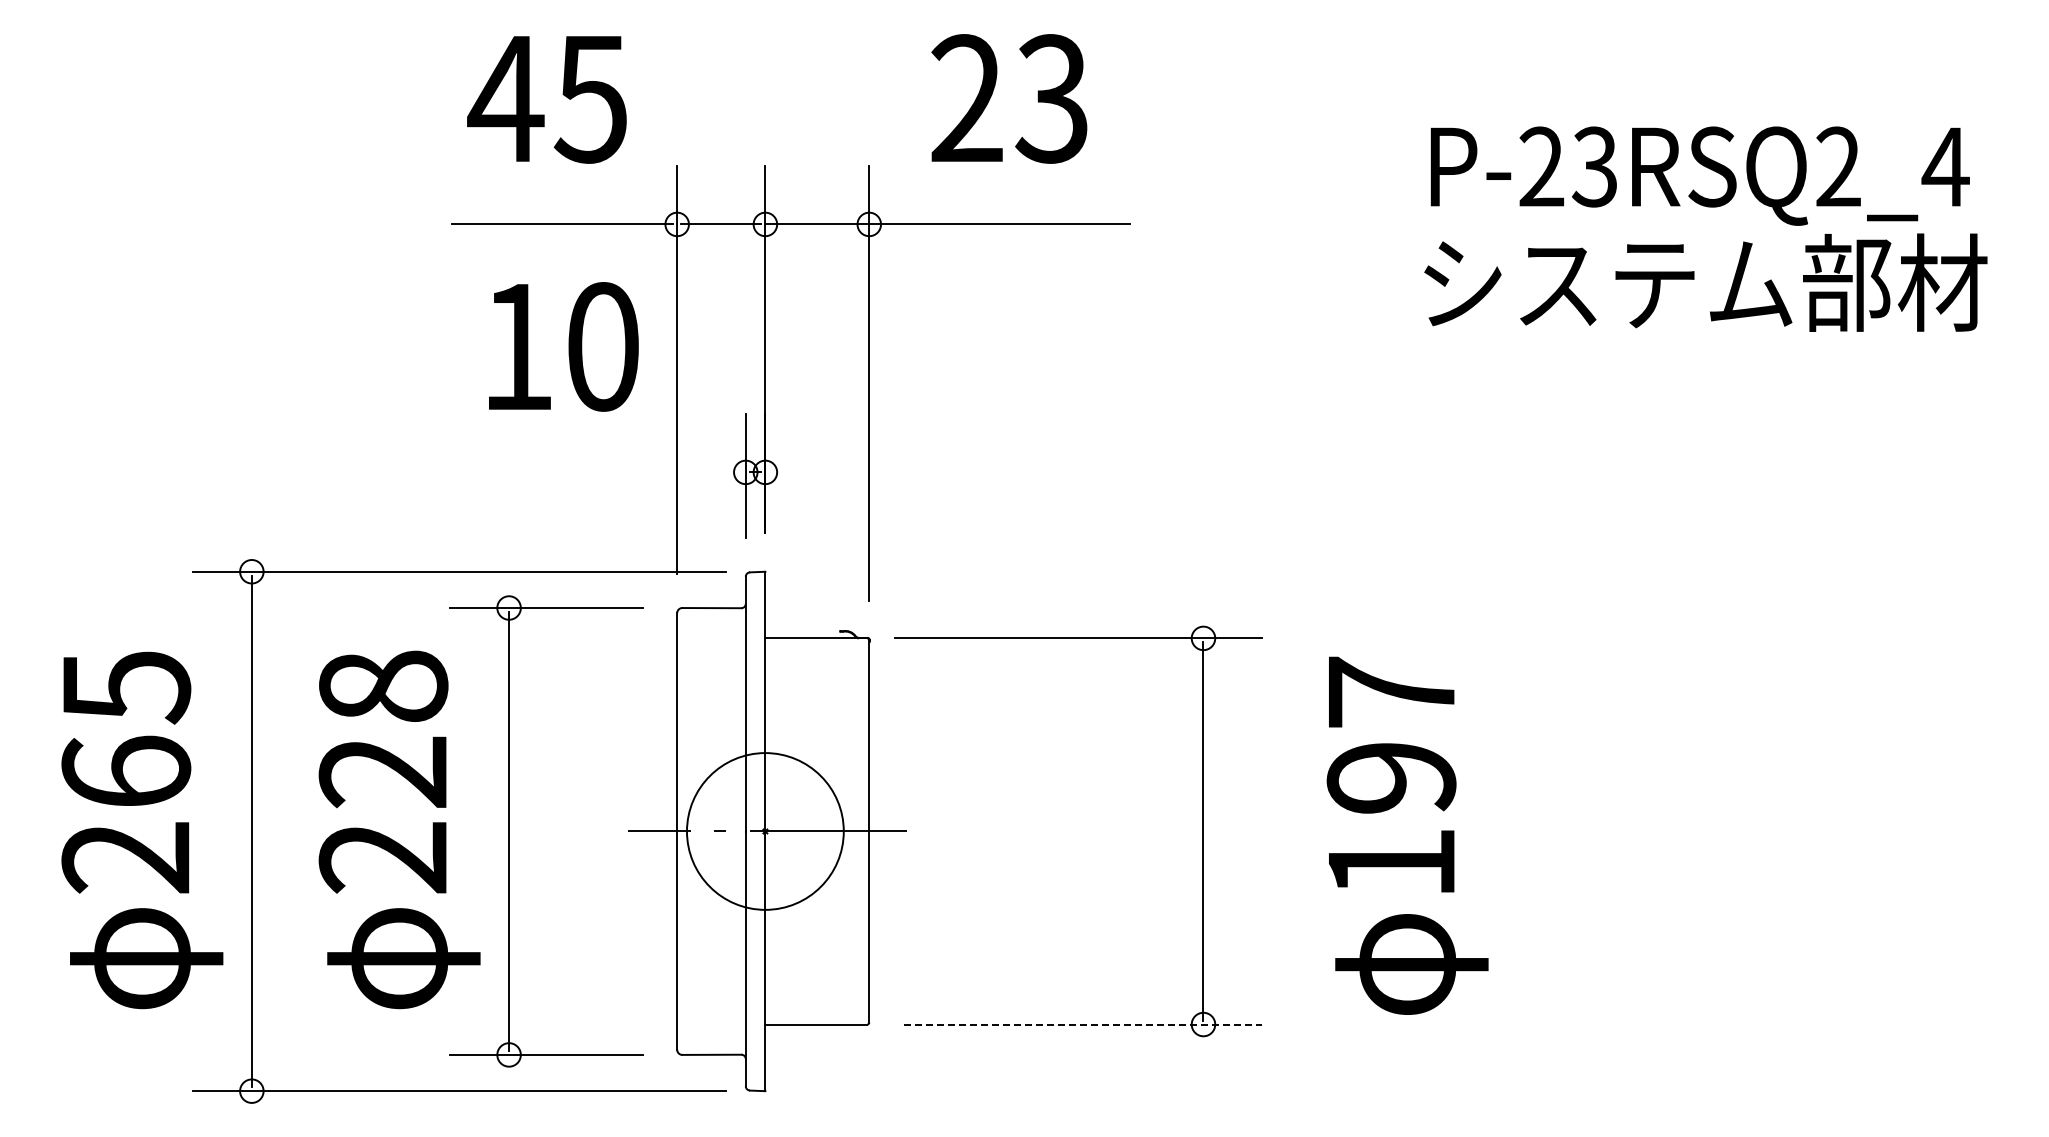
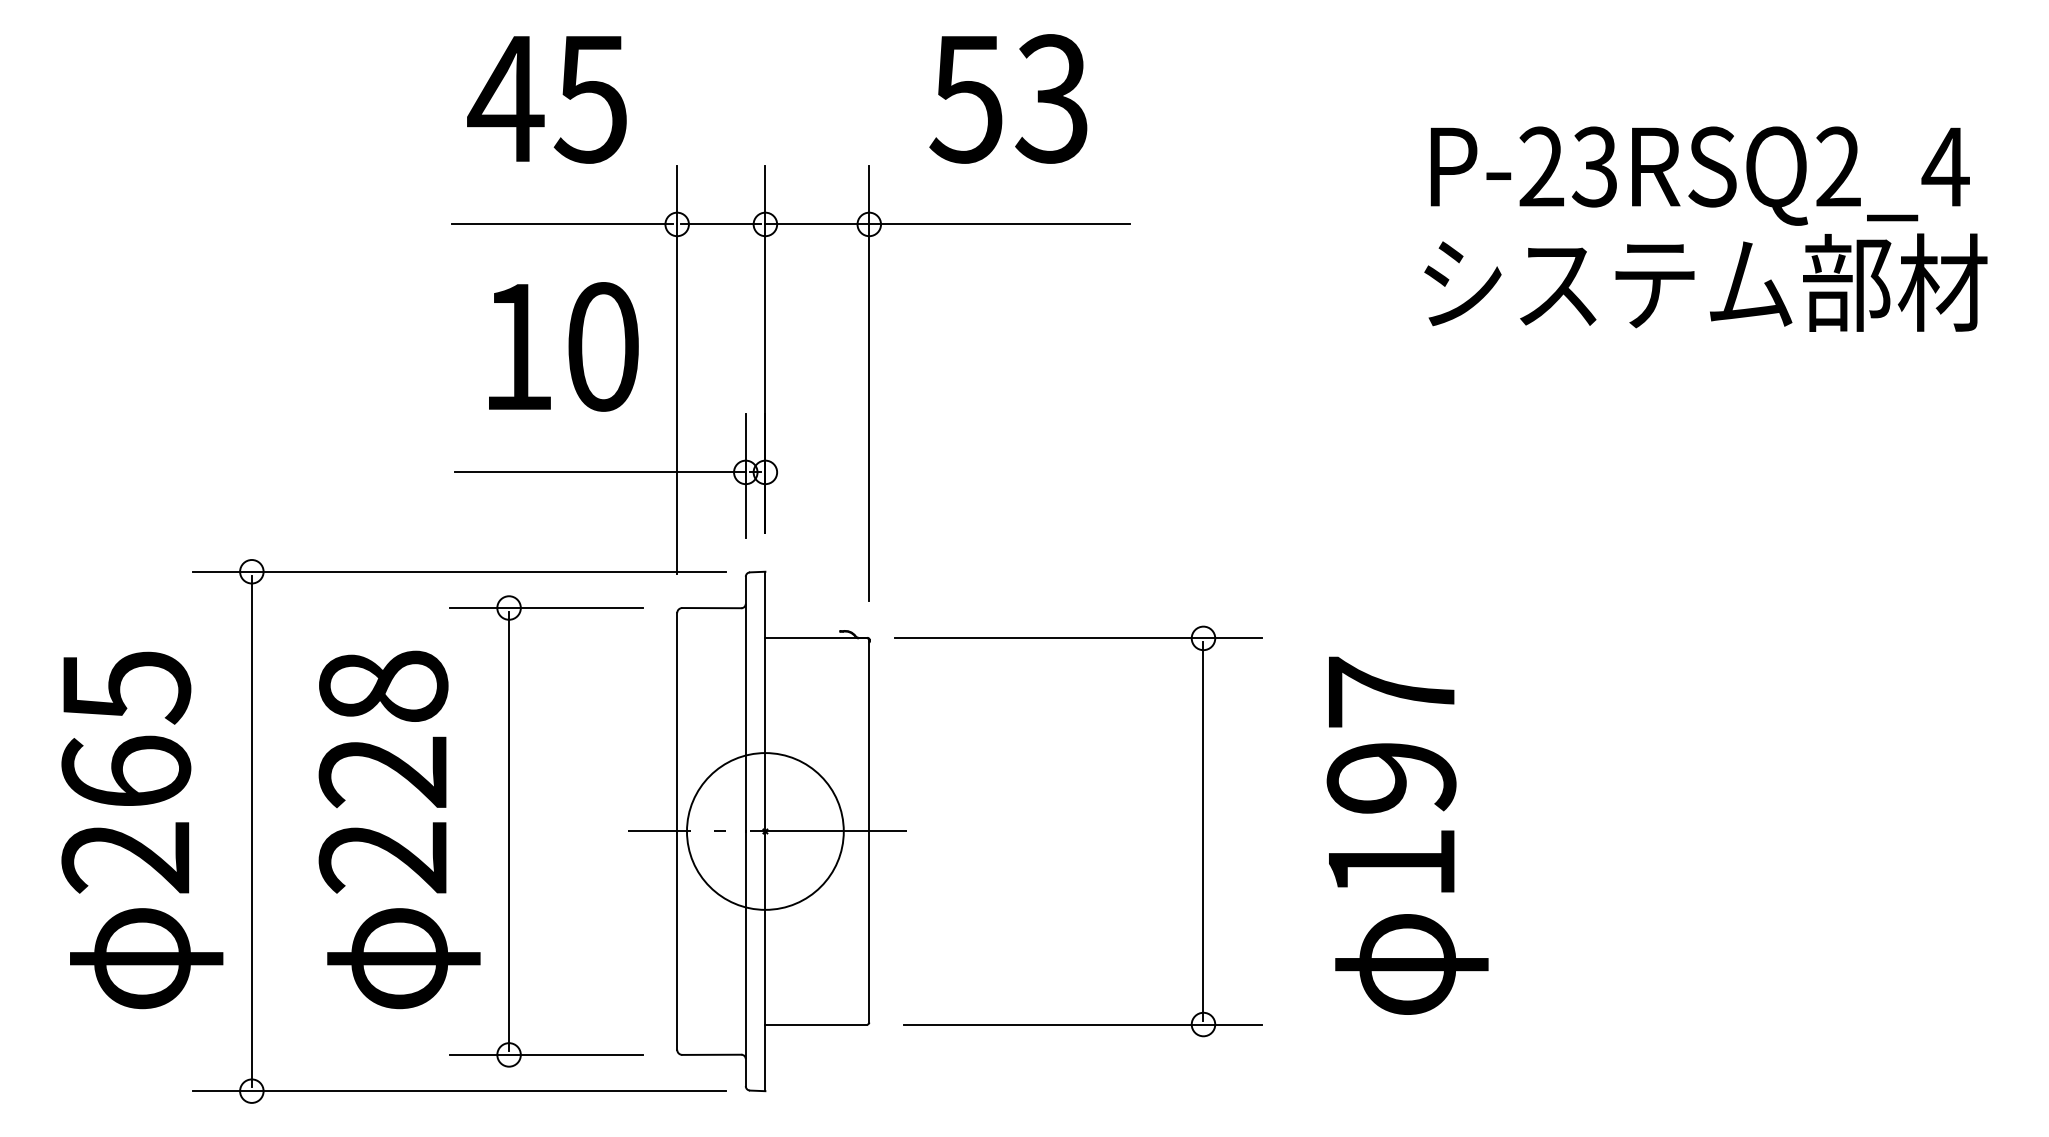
text at (965, 98): 23 -> 53
line at (599, 472): none -> present
line at (1083, 1024): dashed -> solid
